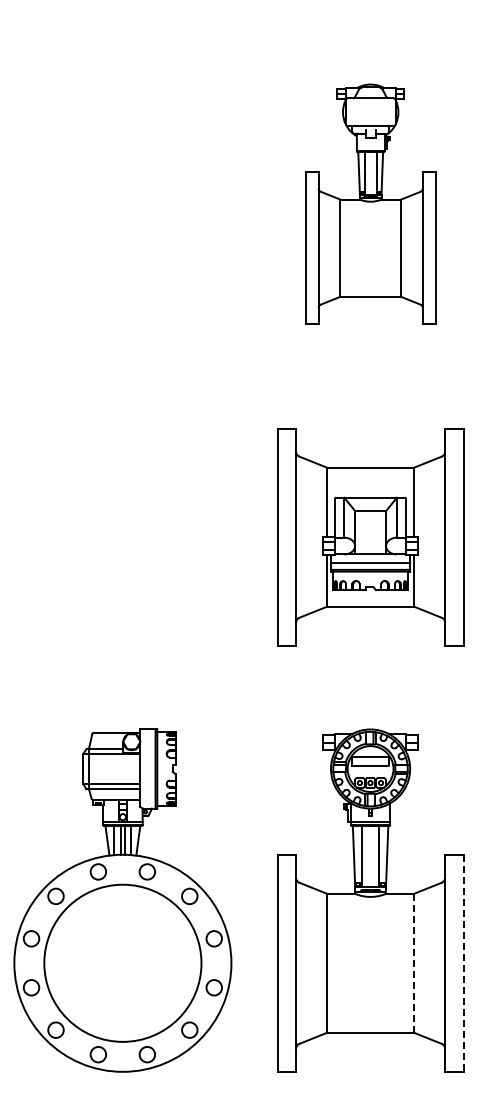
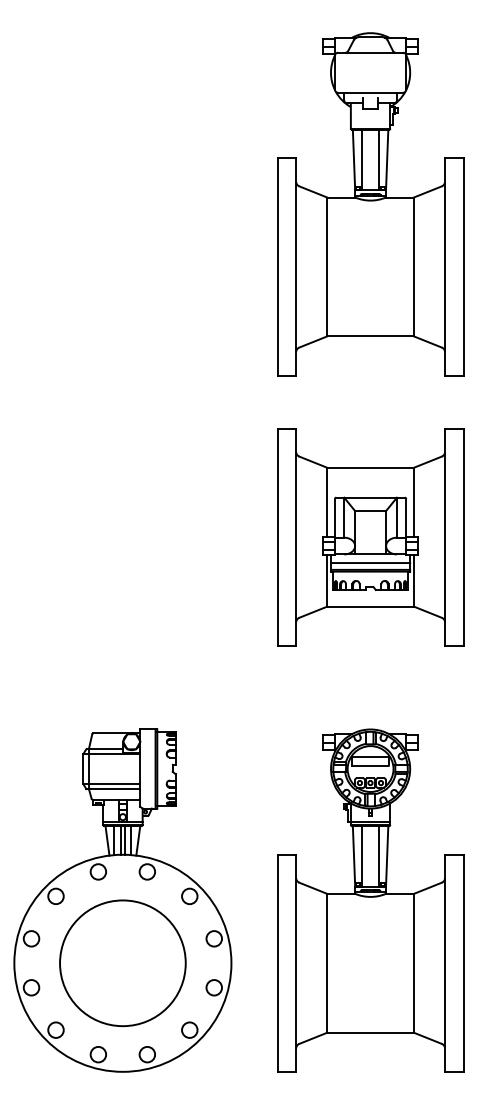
part at (370, 203) size: 132x242 px -> 188x345 px
circle at (122, 962) diameter: 157 px -> 126 px
line at (414, 963): dashed -> solid
line at (463, 963): dashed -> solid
